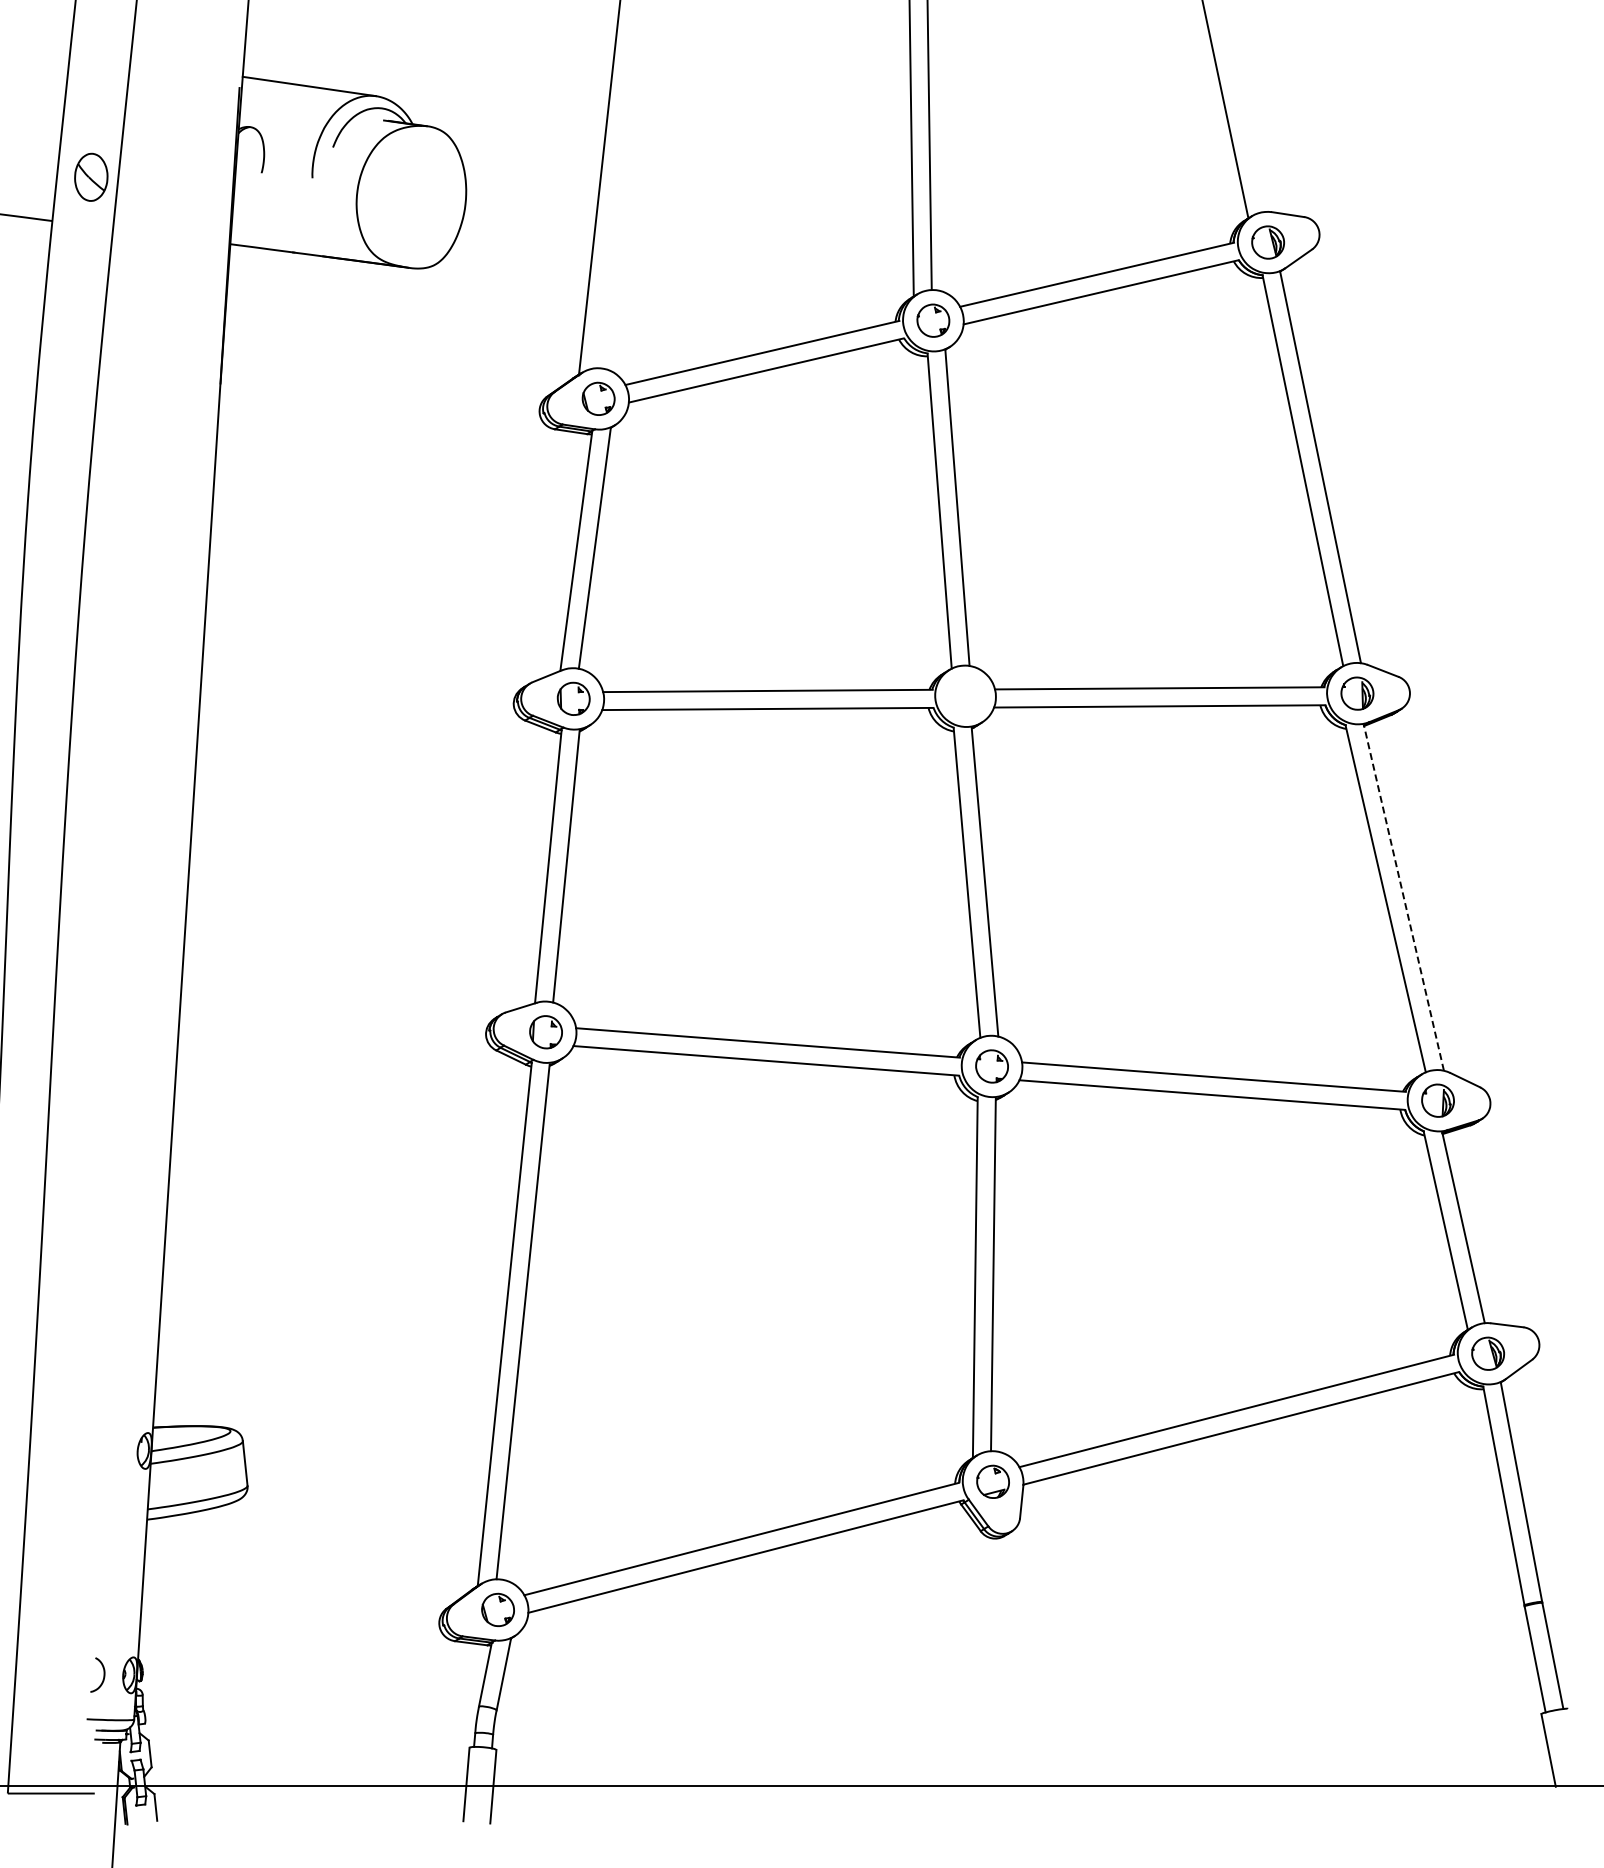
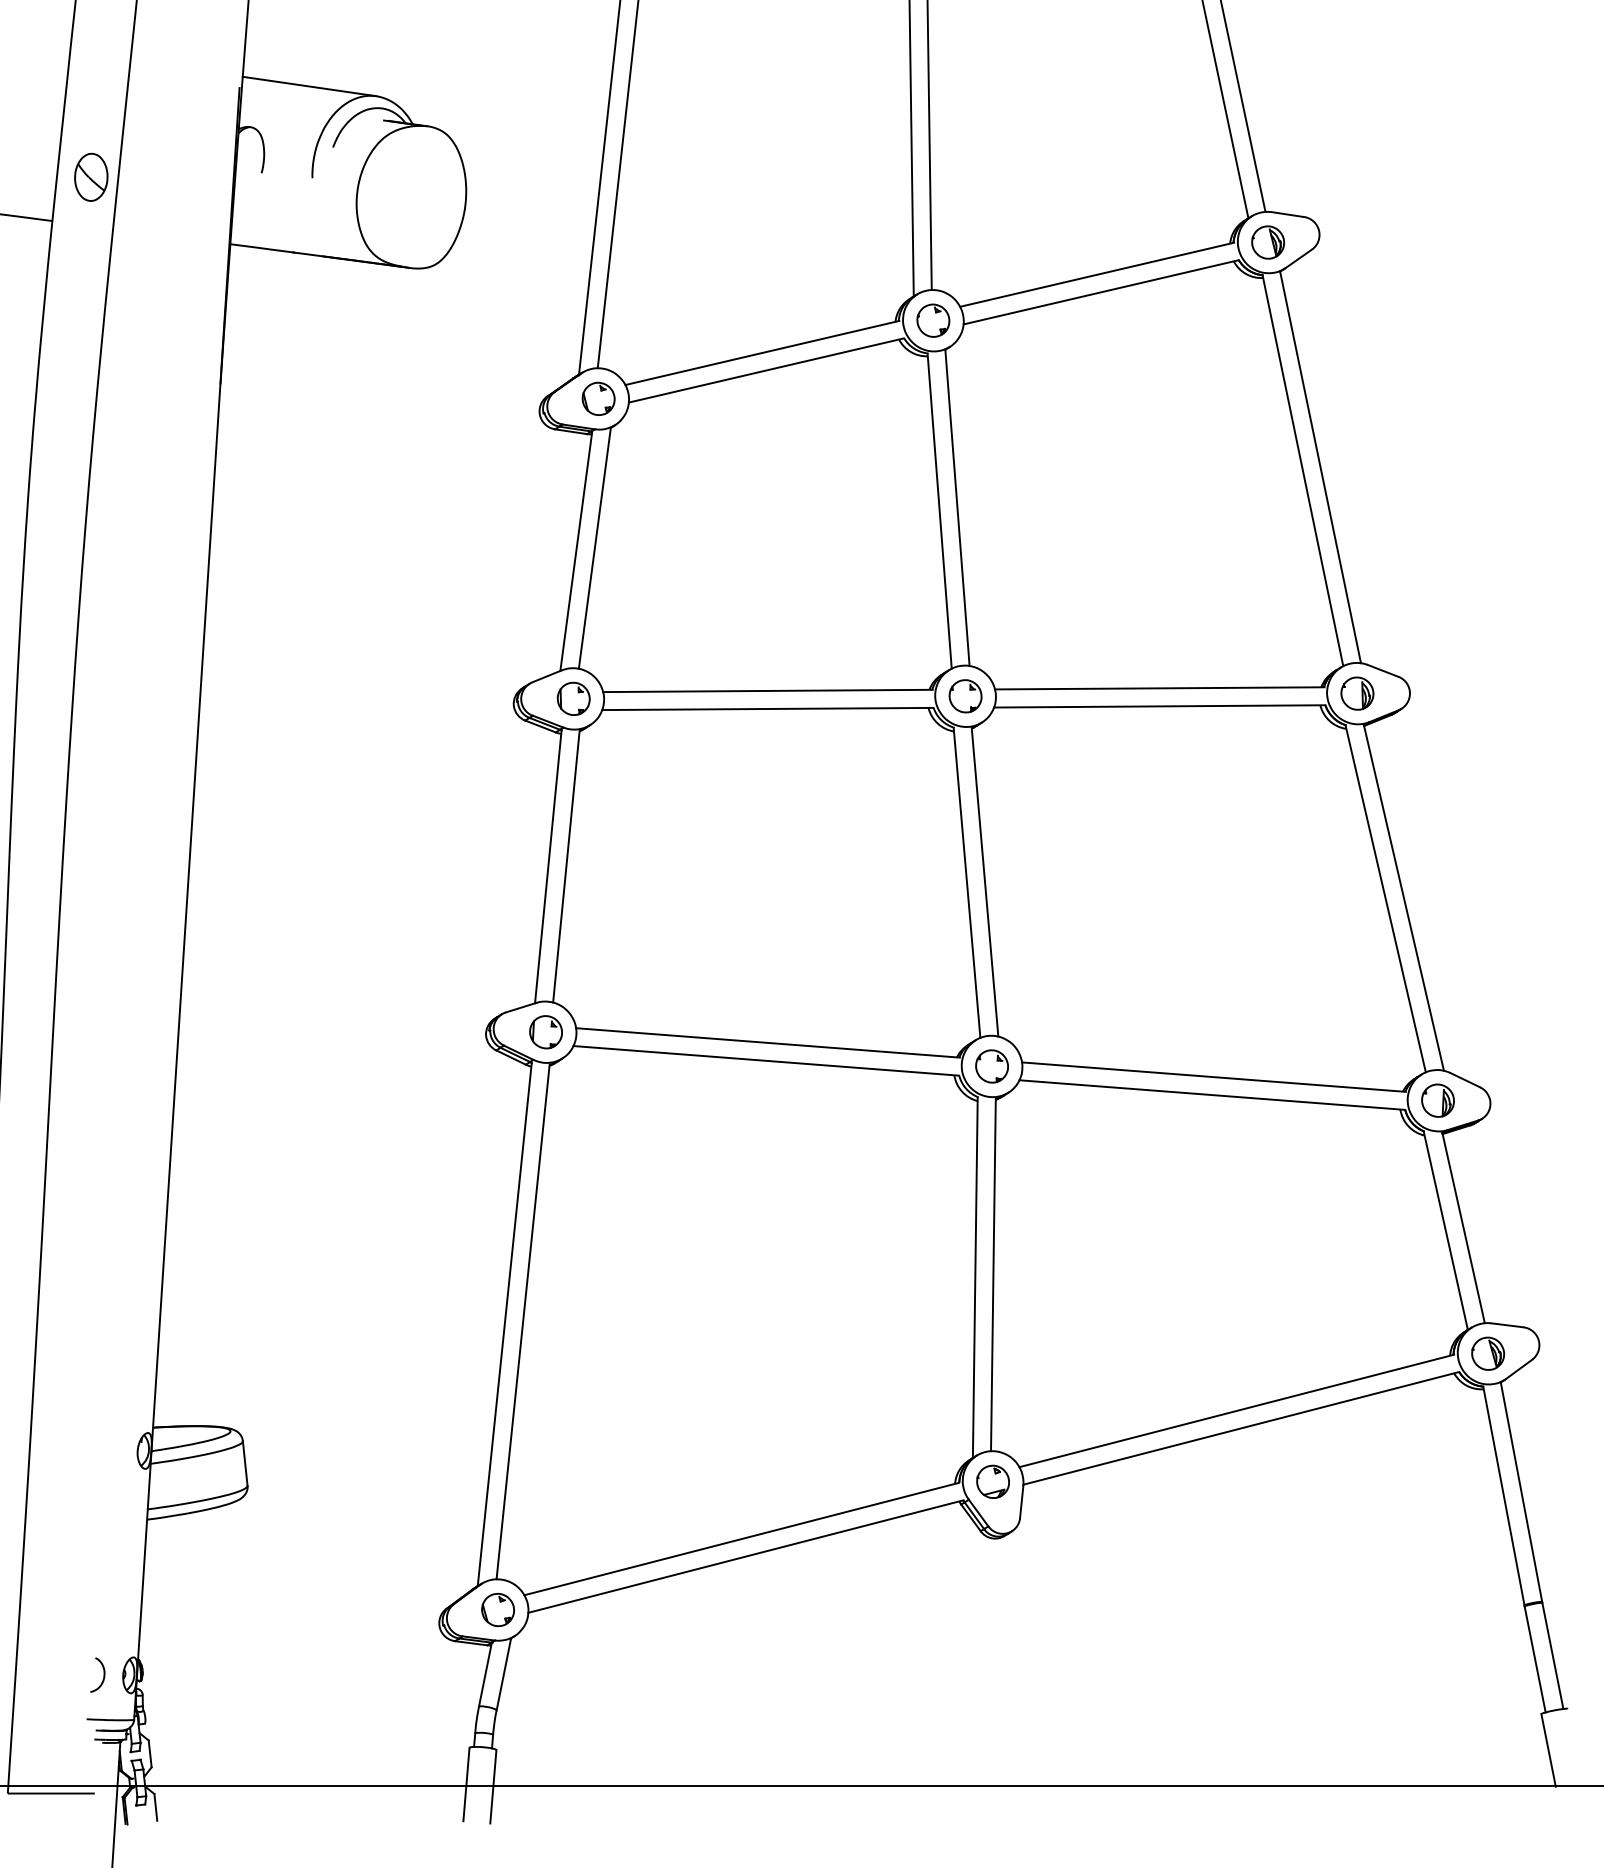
line at (1243, 106): none -> present
line at (617, 185): none -> present
part at (965, 696): none -> present
line at (1403, 897): dashed -> solid
